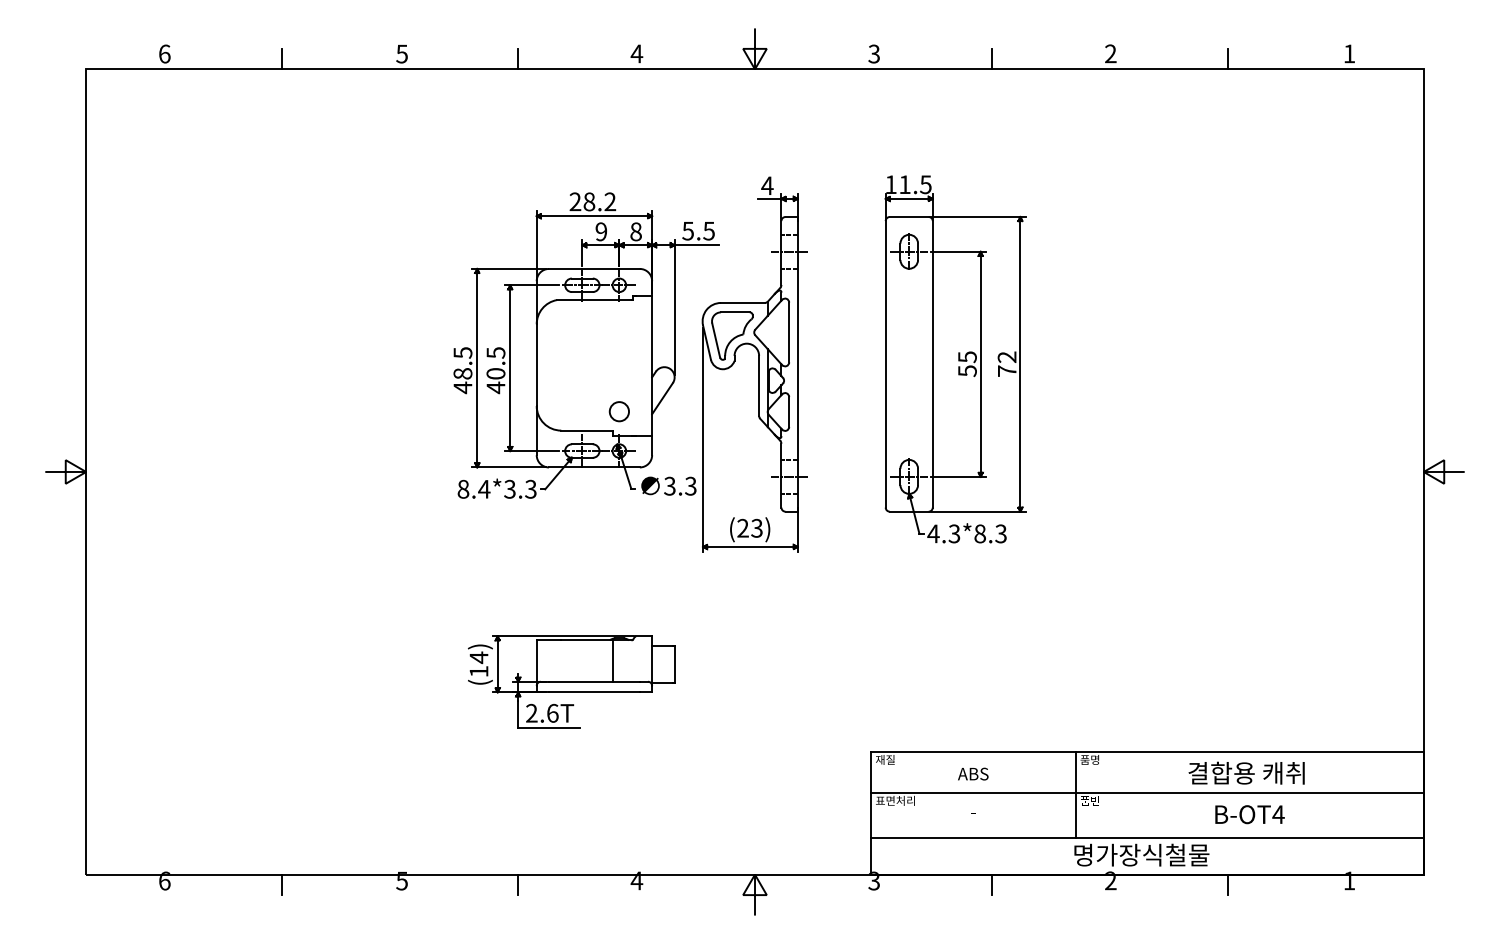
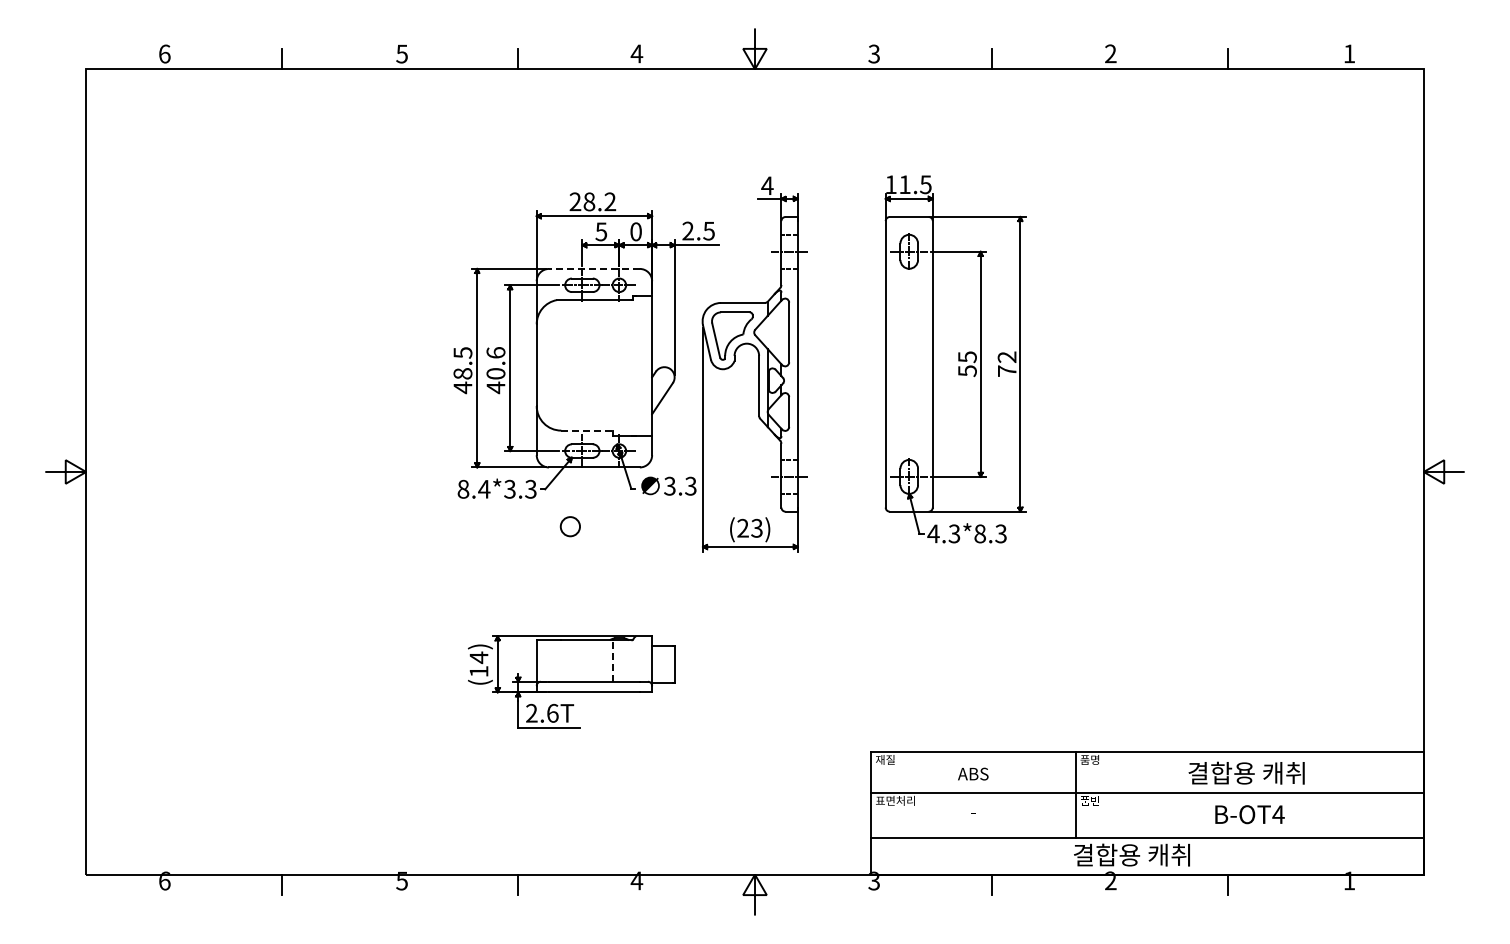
text at (687, 230): 5.5 -> 2.5
text at (601, 231): 9 -> 5
text at (635, 231): 8 -> 0
line at (593, 268): solid -> dashed
text at (495, 352): 40.5 -> 40.6
circle at (618, 411) position: (618, 411) -> (569, 526)
line at (587, 430): solid -> dashed
line at (613, 661): solid -> dashed
text at (1141, 854): 명가장식철물 -> 결합용 캐취
